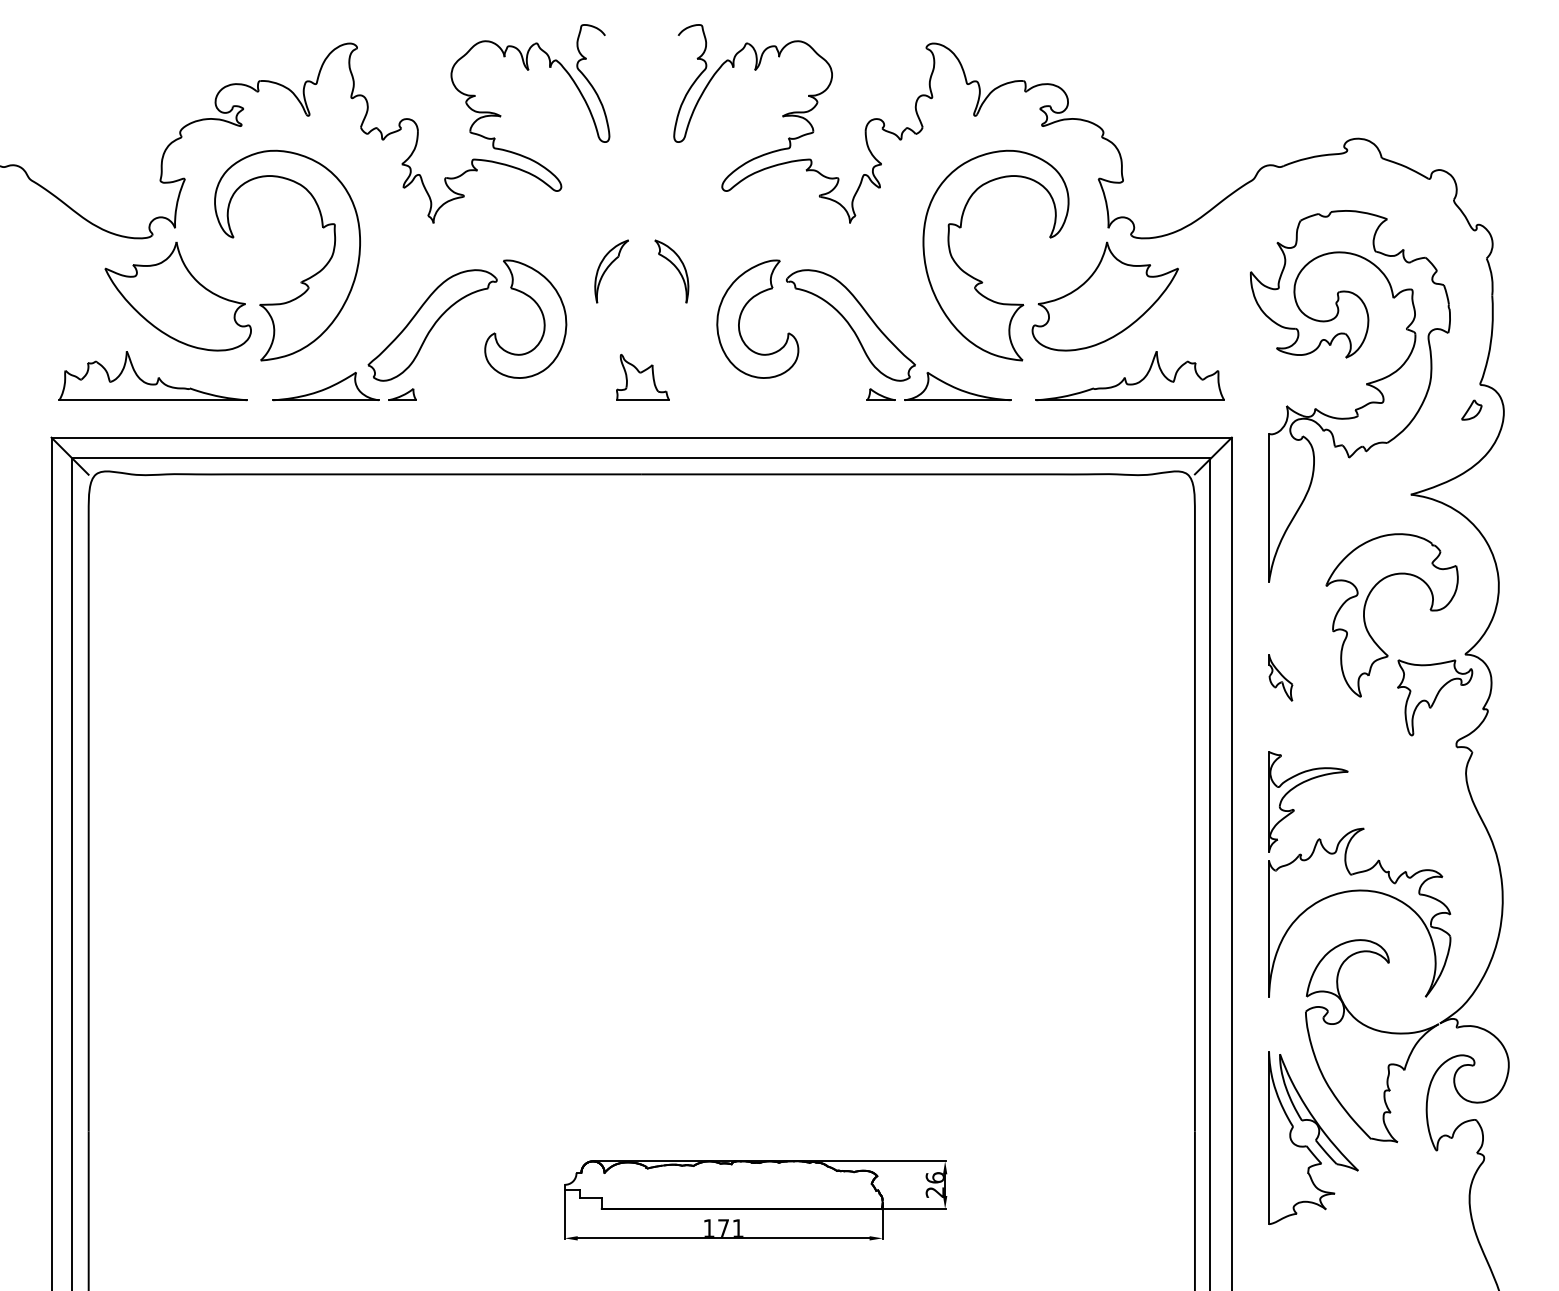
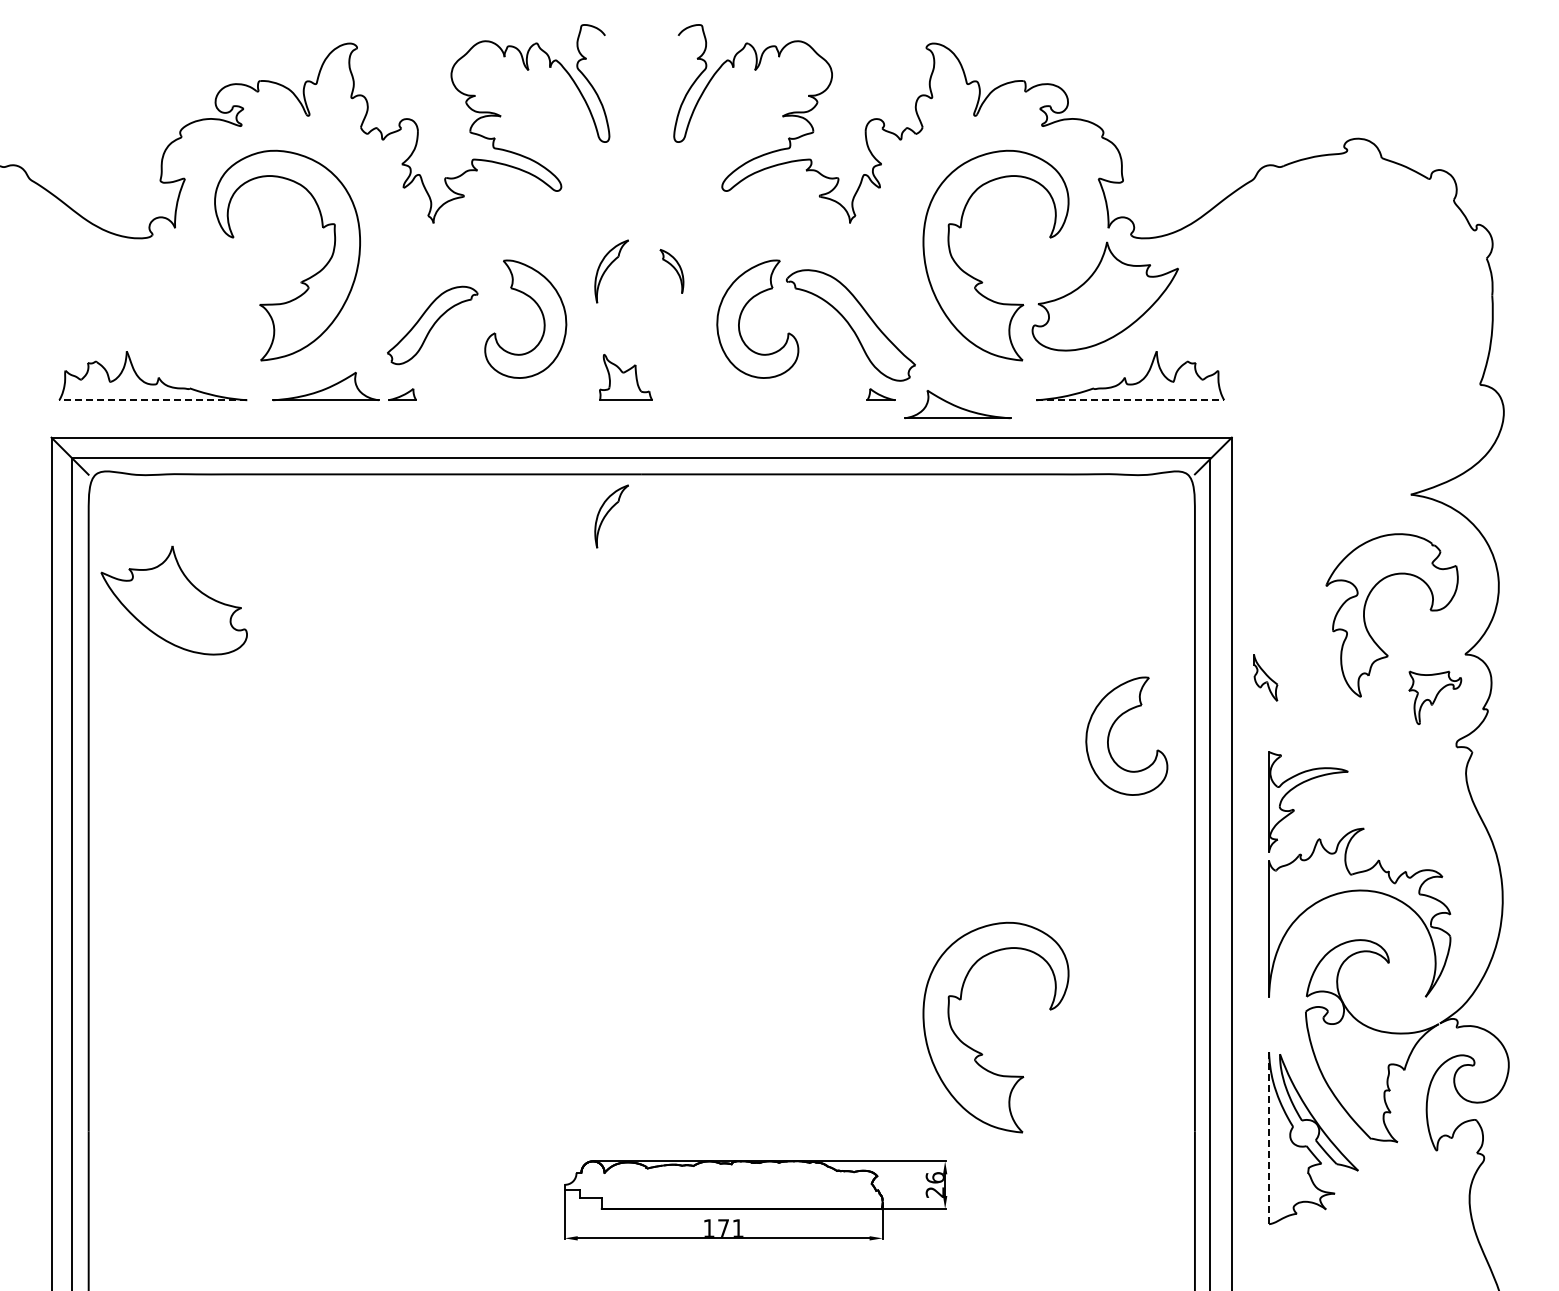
part at (671, 271) size: 36x65 px -> 26x45 px
part at (177, 296) position: (177, 296) -> (173, 600)
part at (432, 325) size: 131x113 px -> 92x81 px
part at (642, 377) position: (642, 377) -> (625, 377)
part at (957, 386) position: (957, 386) -> (957, 404)
line at (153, 400): solid -> dashed
line at (1130, 400): solid -> dashed
part at (1356, 408): present -> none
part at (1471, 409): present -> none
part at (611, 516): none -> present
part at (1280, 677) position: (1280, 677) -> (1265, 677)
part at (1435, 697) size: 77x78 px -> 55x55 px
part at (1111, 730): none -> present
part at (981, 1052): none -> present
line at (1269, 1138): solid -> dashed
